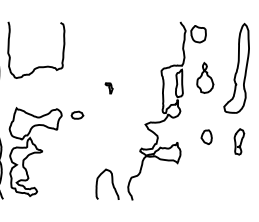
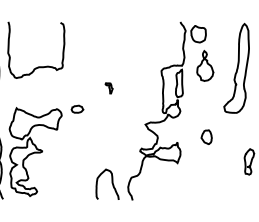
part at (205, 77) position: (205, 77) -> (205, 65)
part at (77, 114) position: (77, 114) -> (77, 108)
part at (239, 141) position: (239, 141) -> (249, 161)
